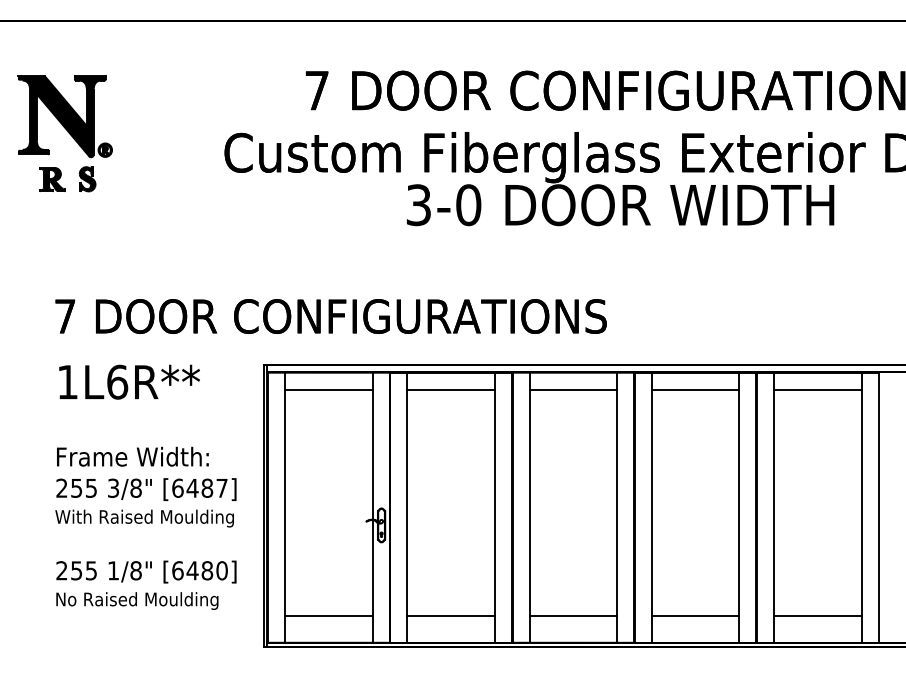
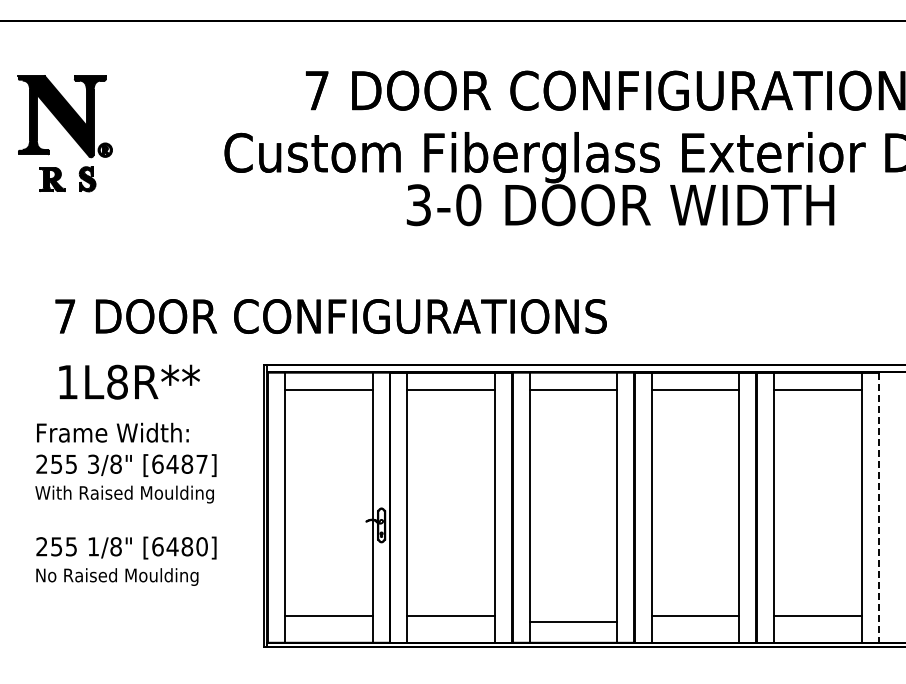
text at (117, 381): 1L6R**^ -> 1L8R**^
line at (878, 508): solid -> dashed
text at (145, 527) position: (145, 527) -> (125, 503)
line at (573, 615) position: (573, 615) -> (573, 621)
